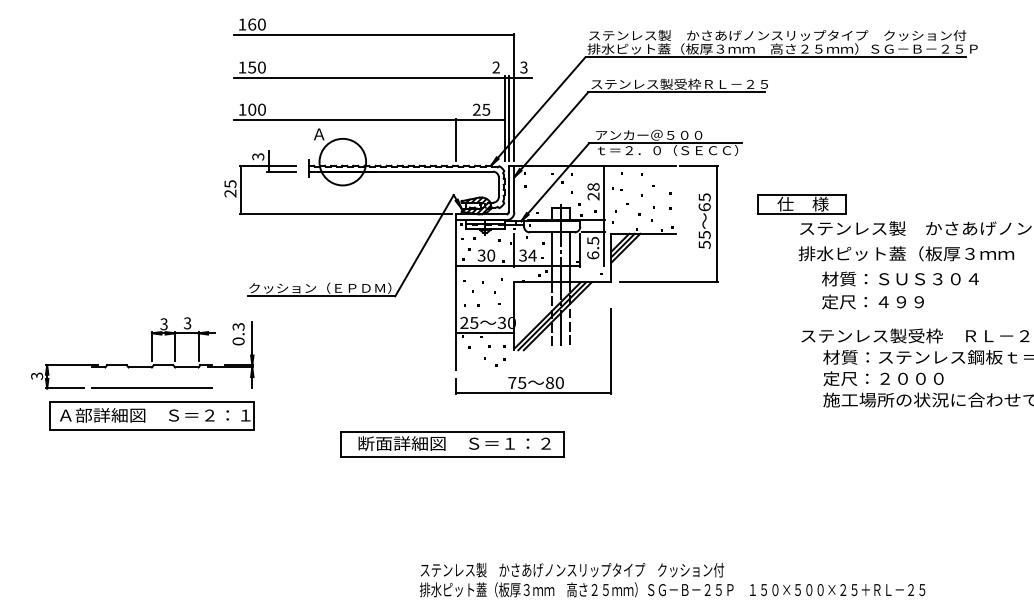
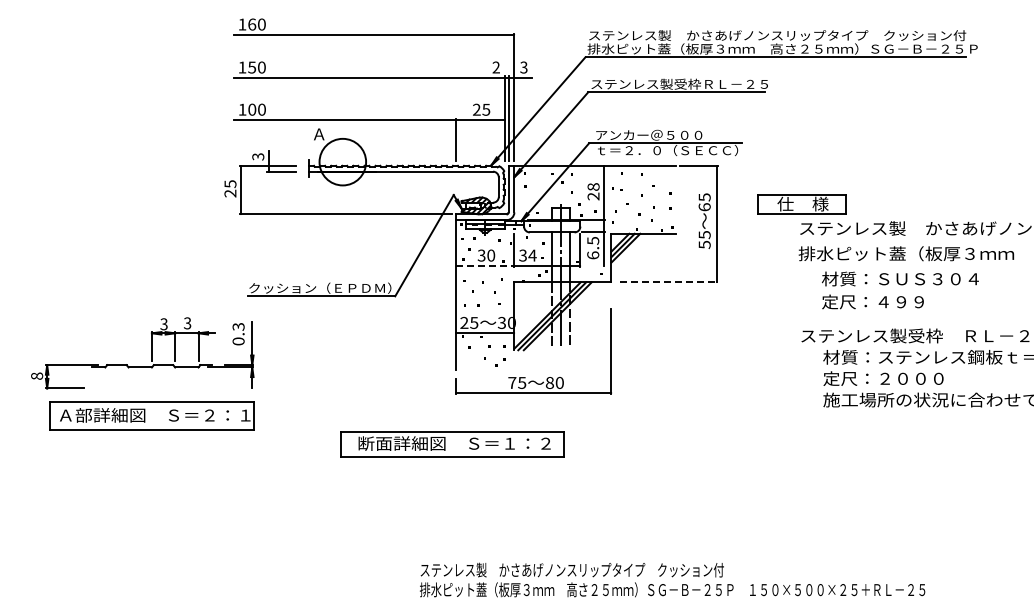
line at (485, 266): solid -> dashed
line at (669, 282): solid -> dashed
text at (37, 375): 3 -> 8
line at (151, 388): present -> none
